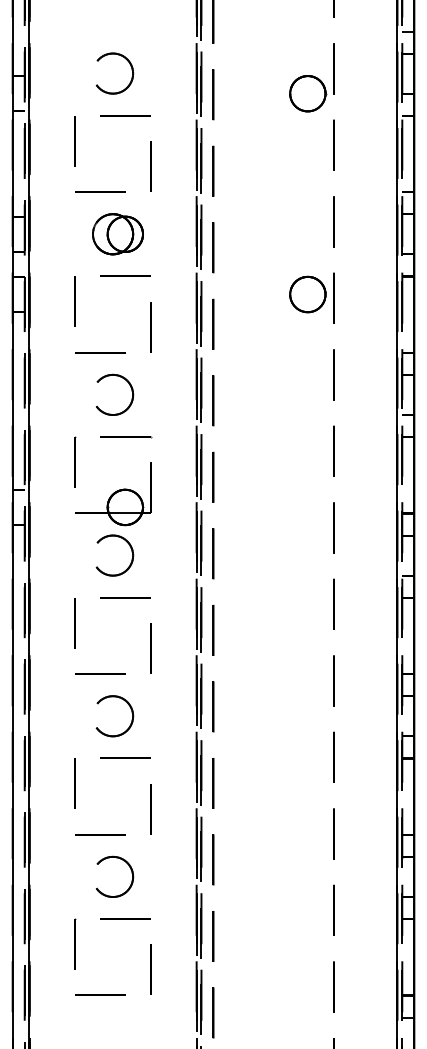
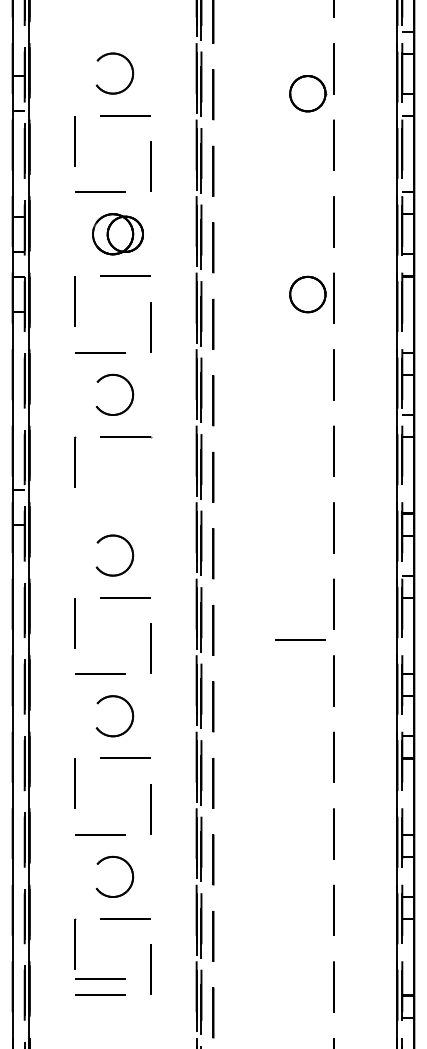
part at (113, 494): present -> none
line at (300, 639): none -> present
line at (100, 978): none -> present
